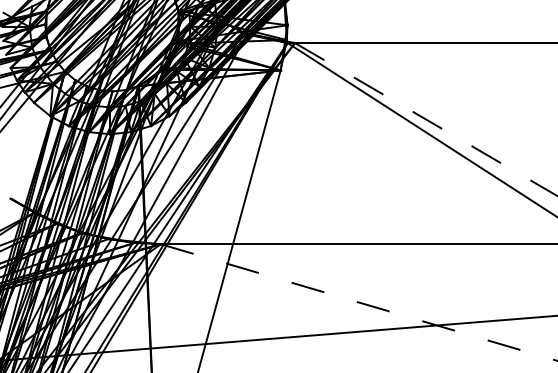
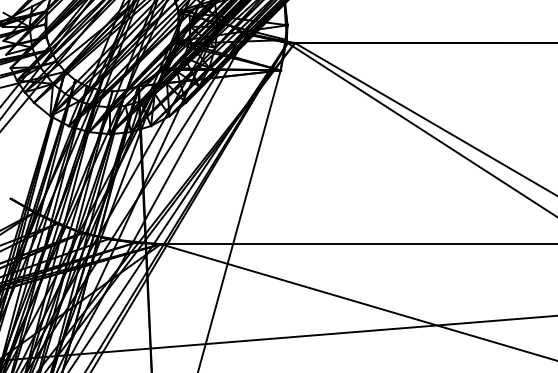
line at (426, 119): dashed -> solid
line at (359, 302): dashed -> solid
